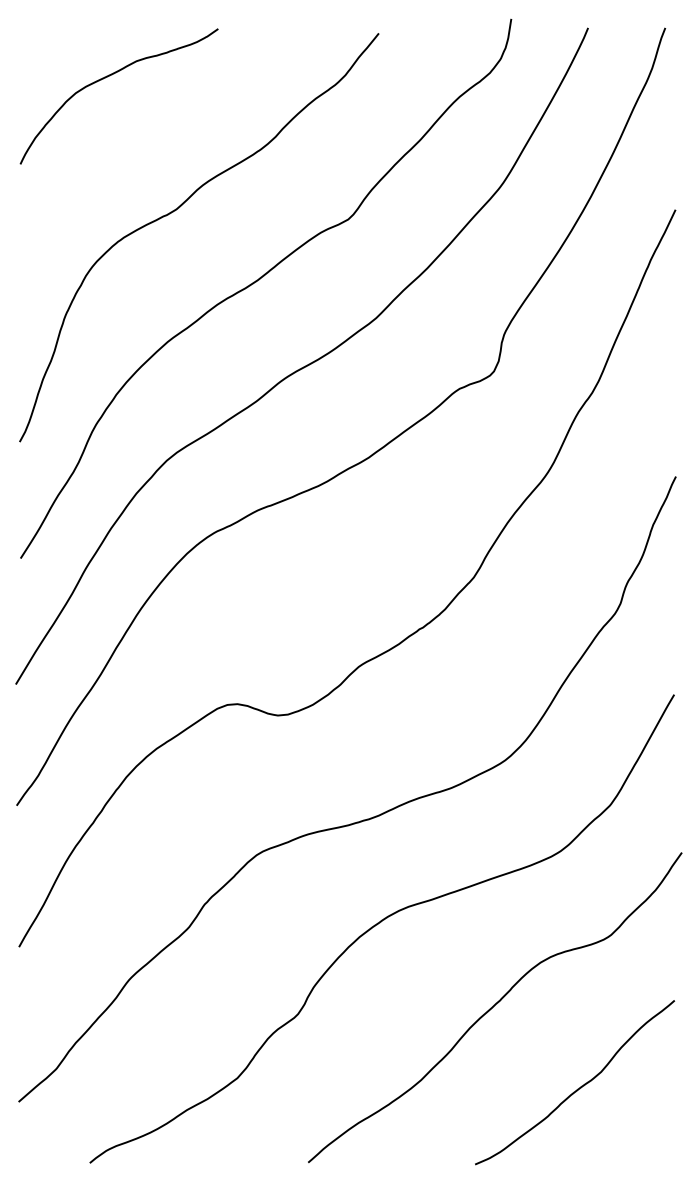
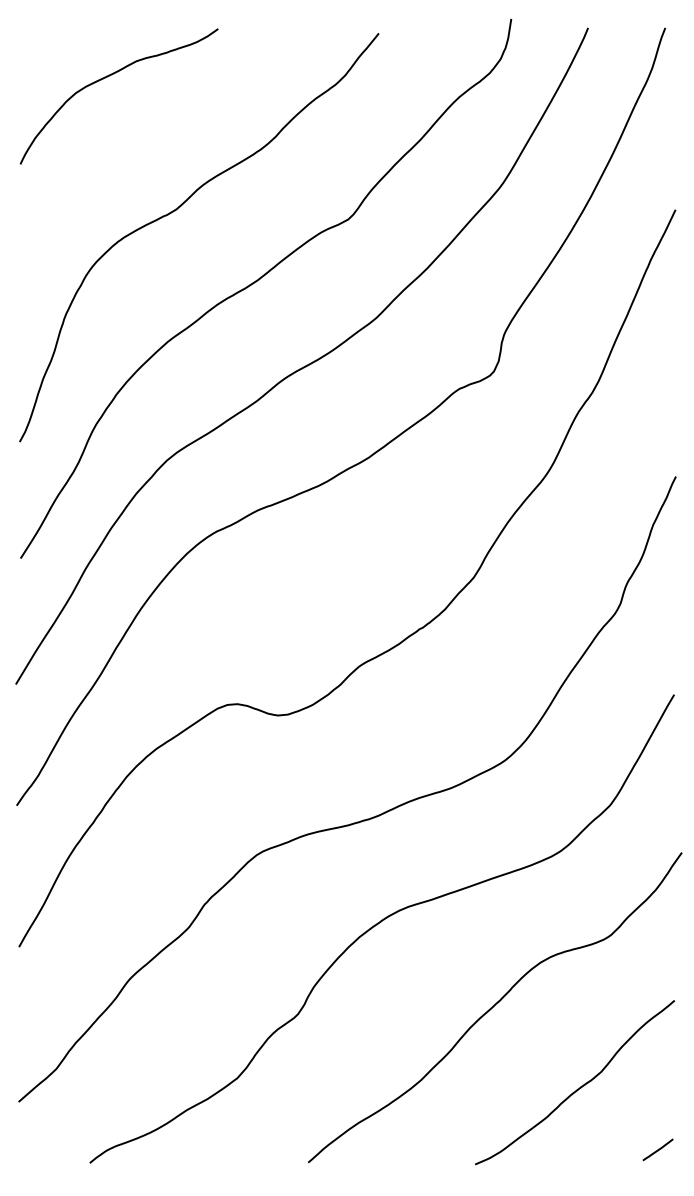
line at (657, 1149): none -> present
